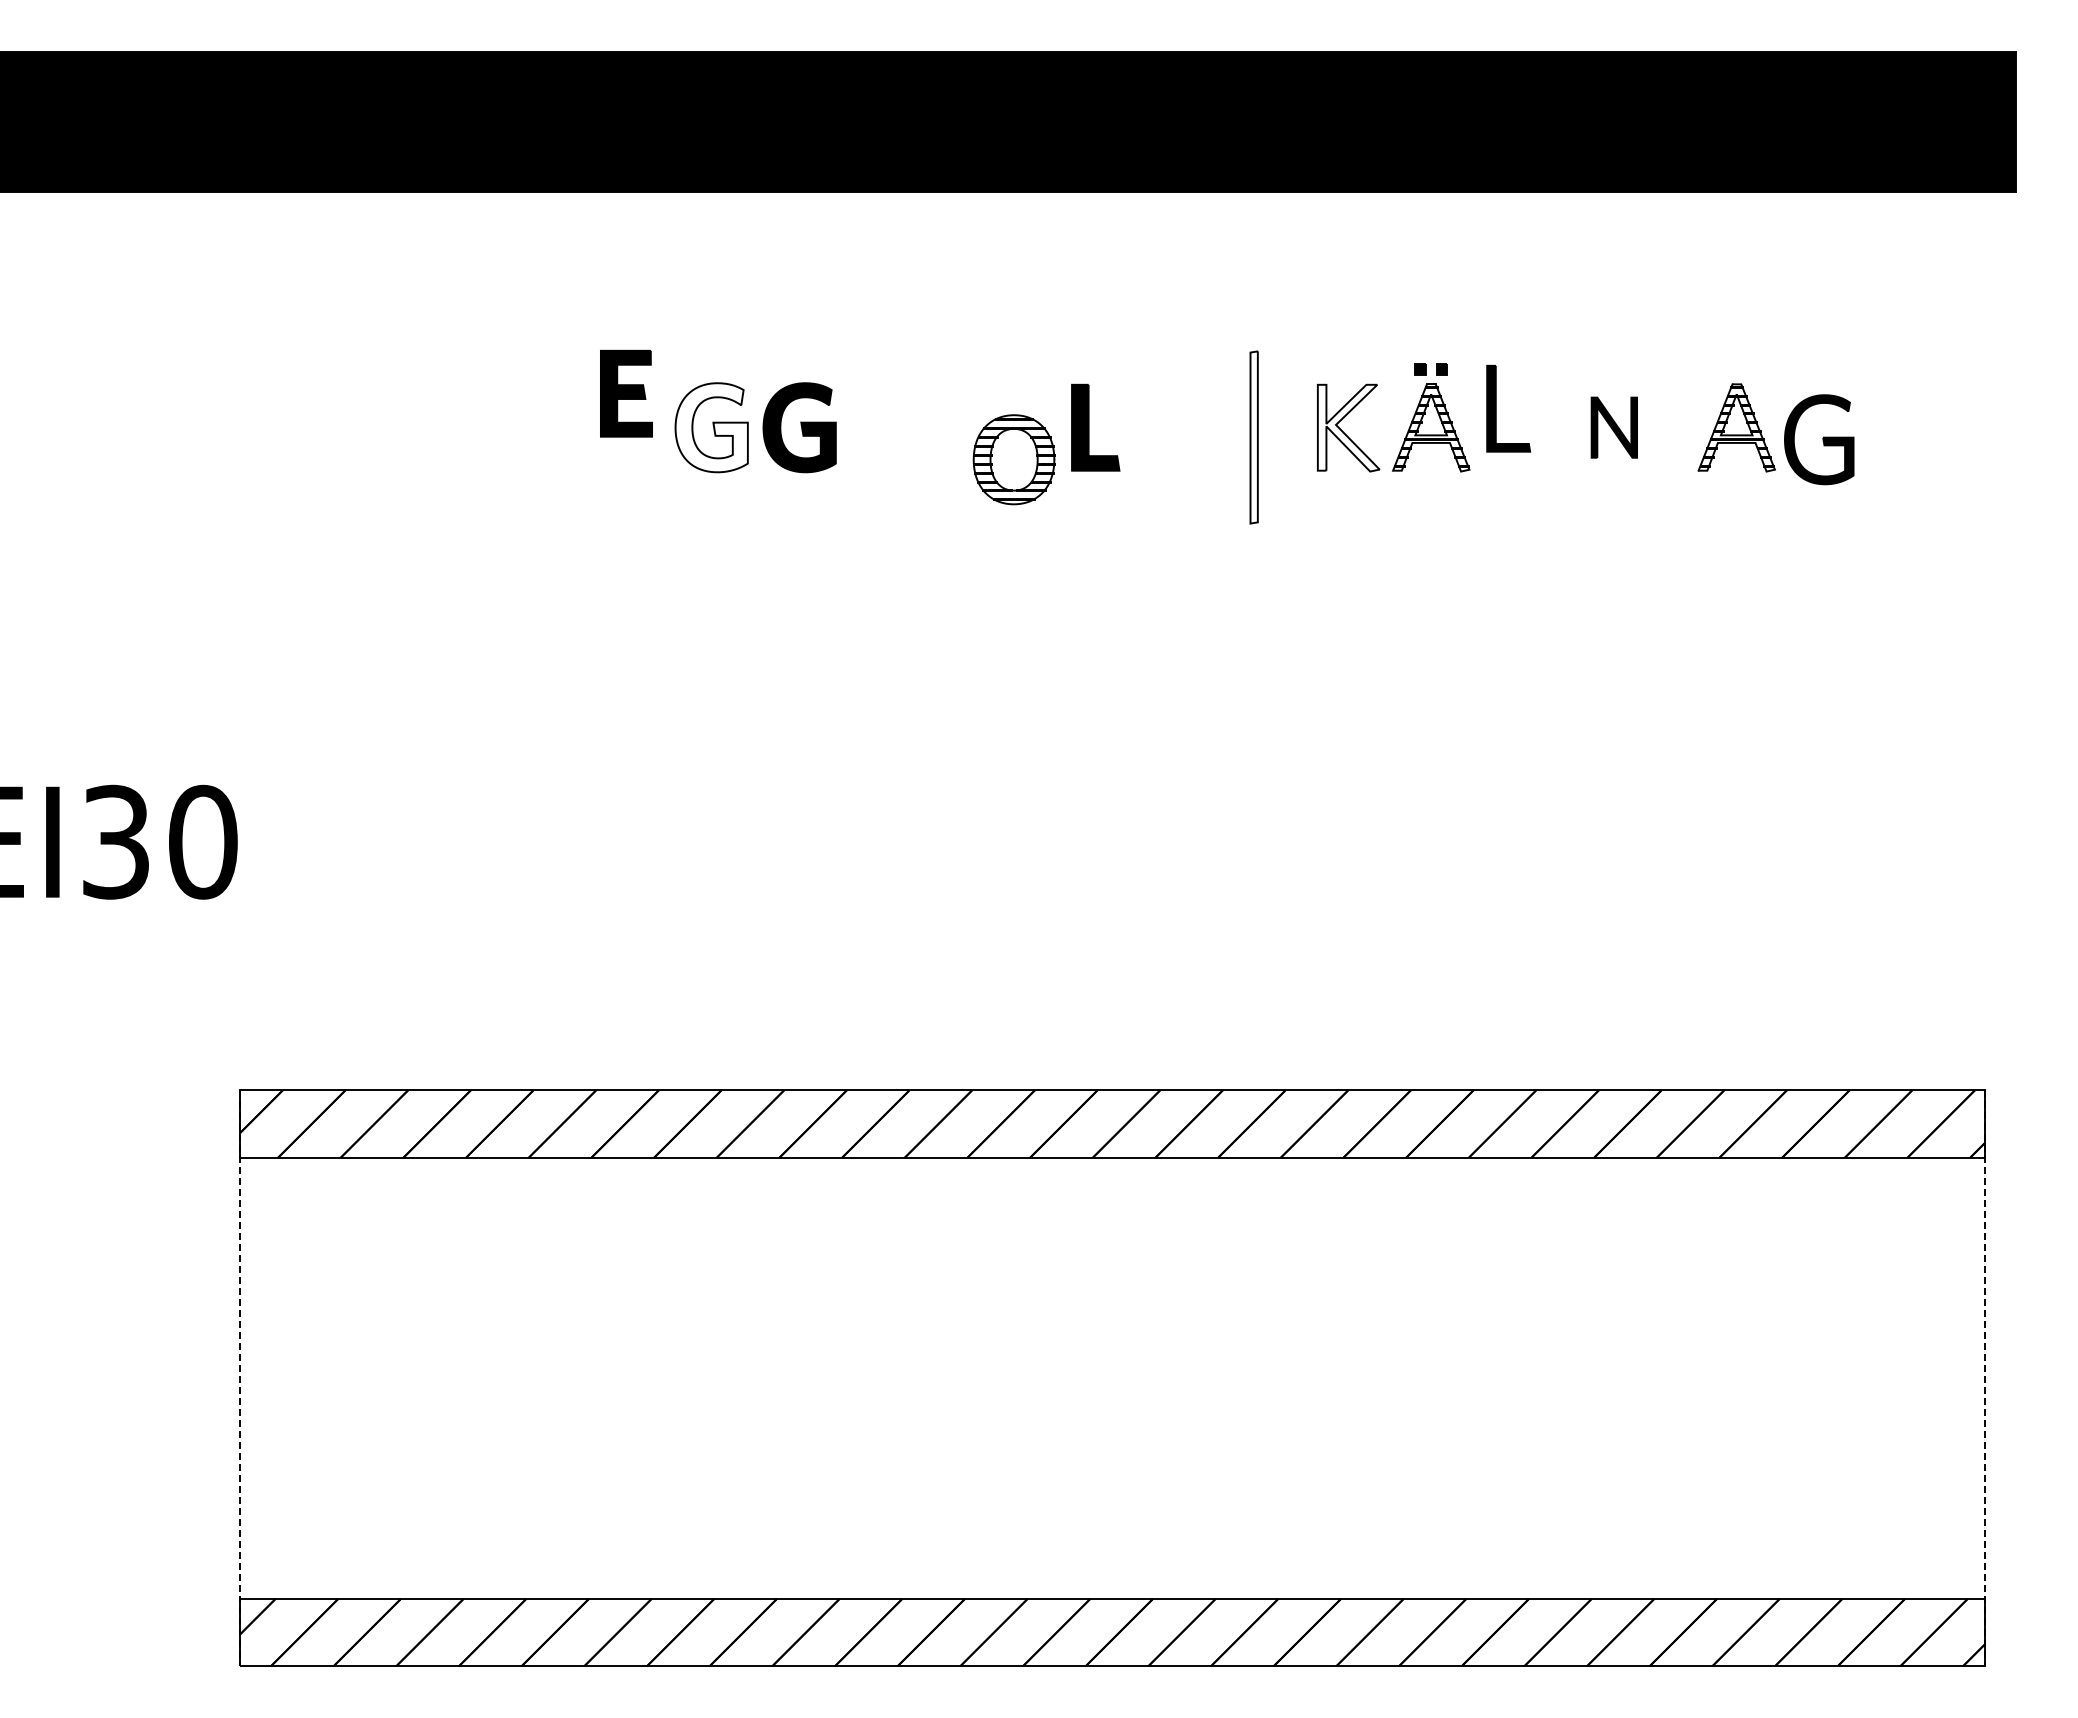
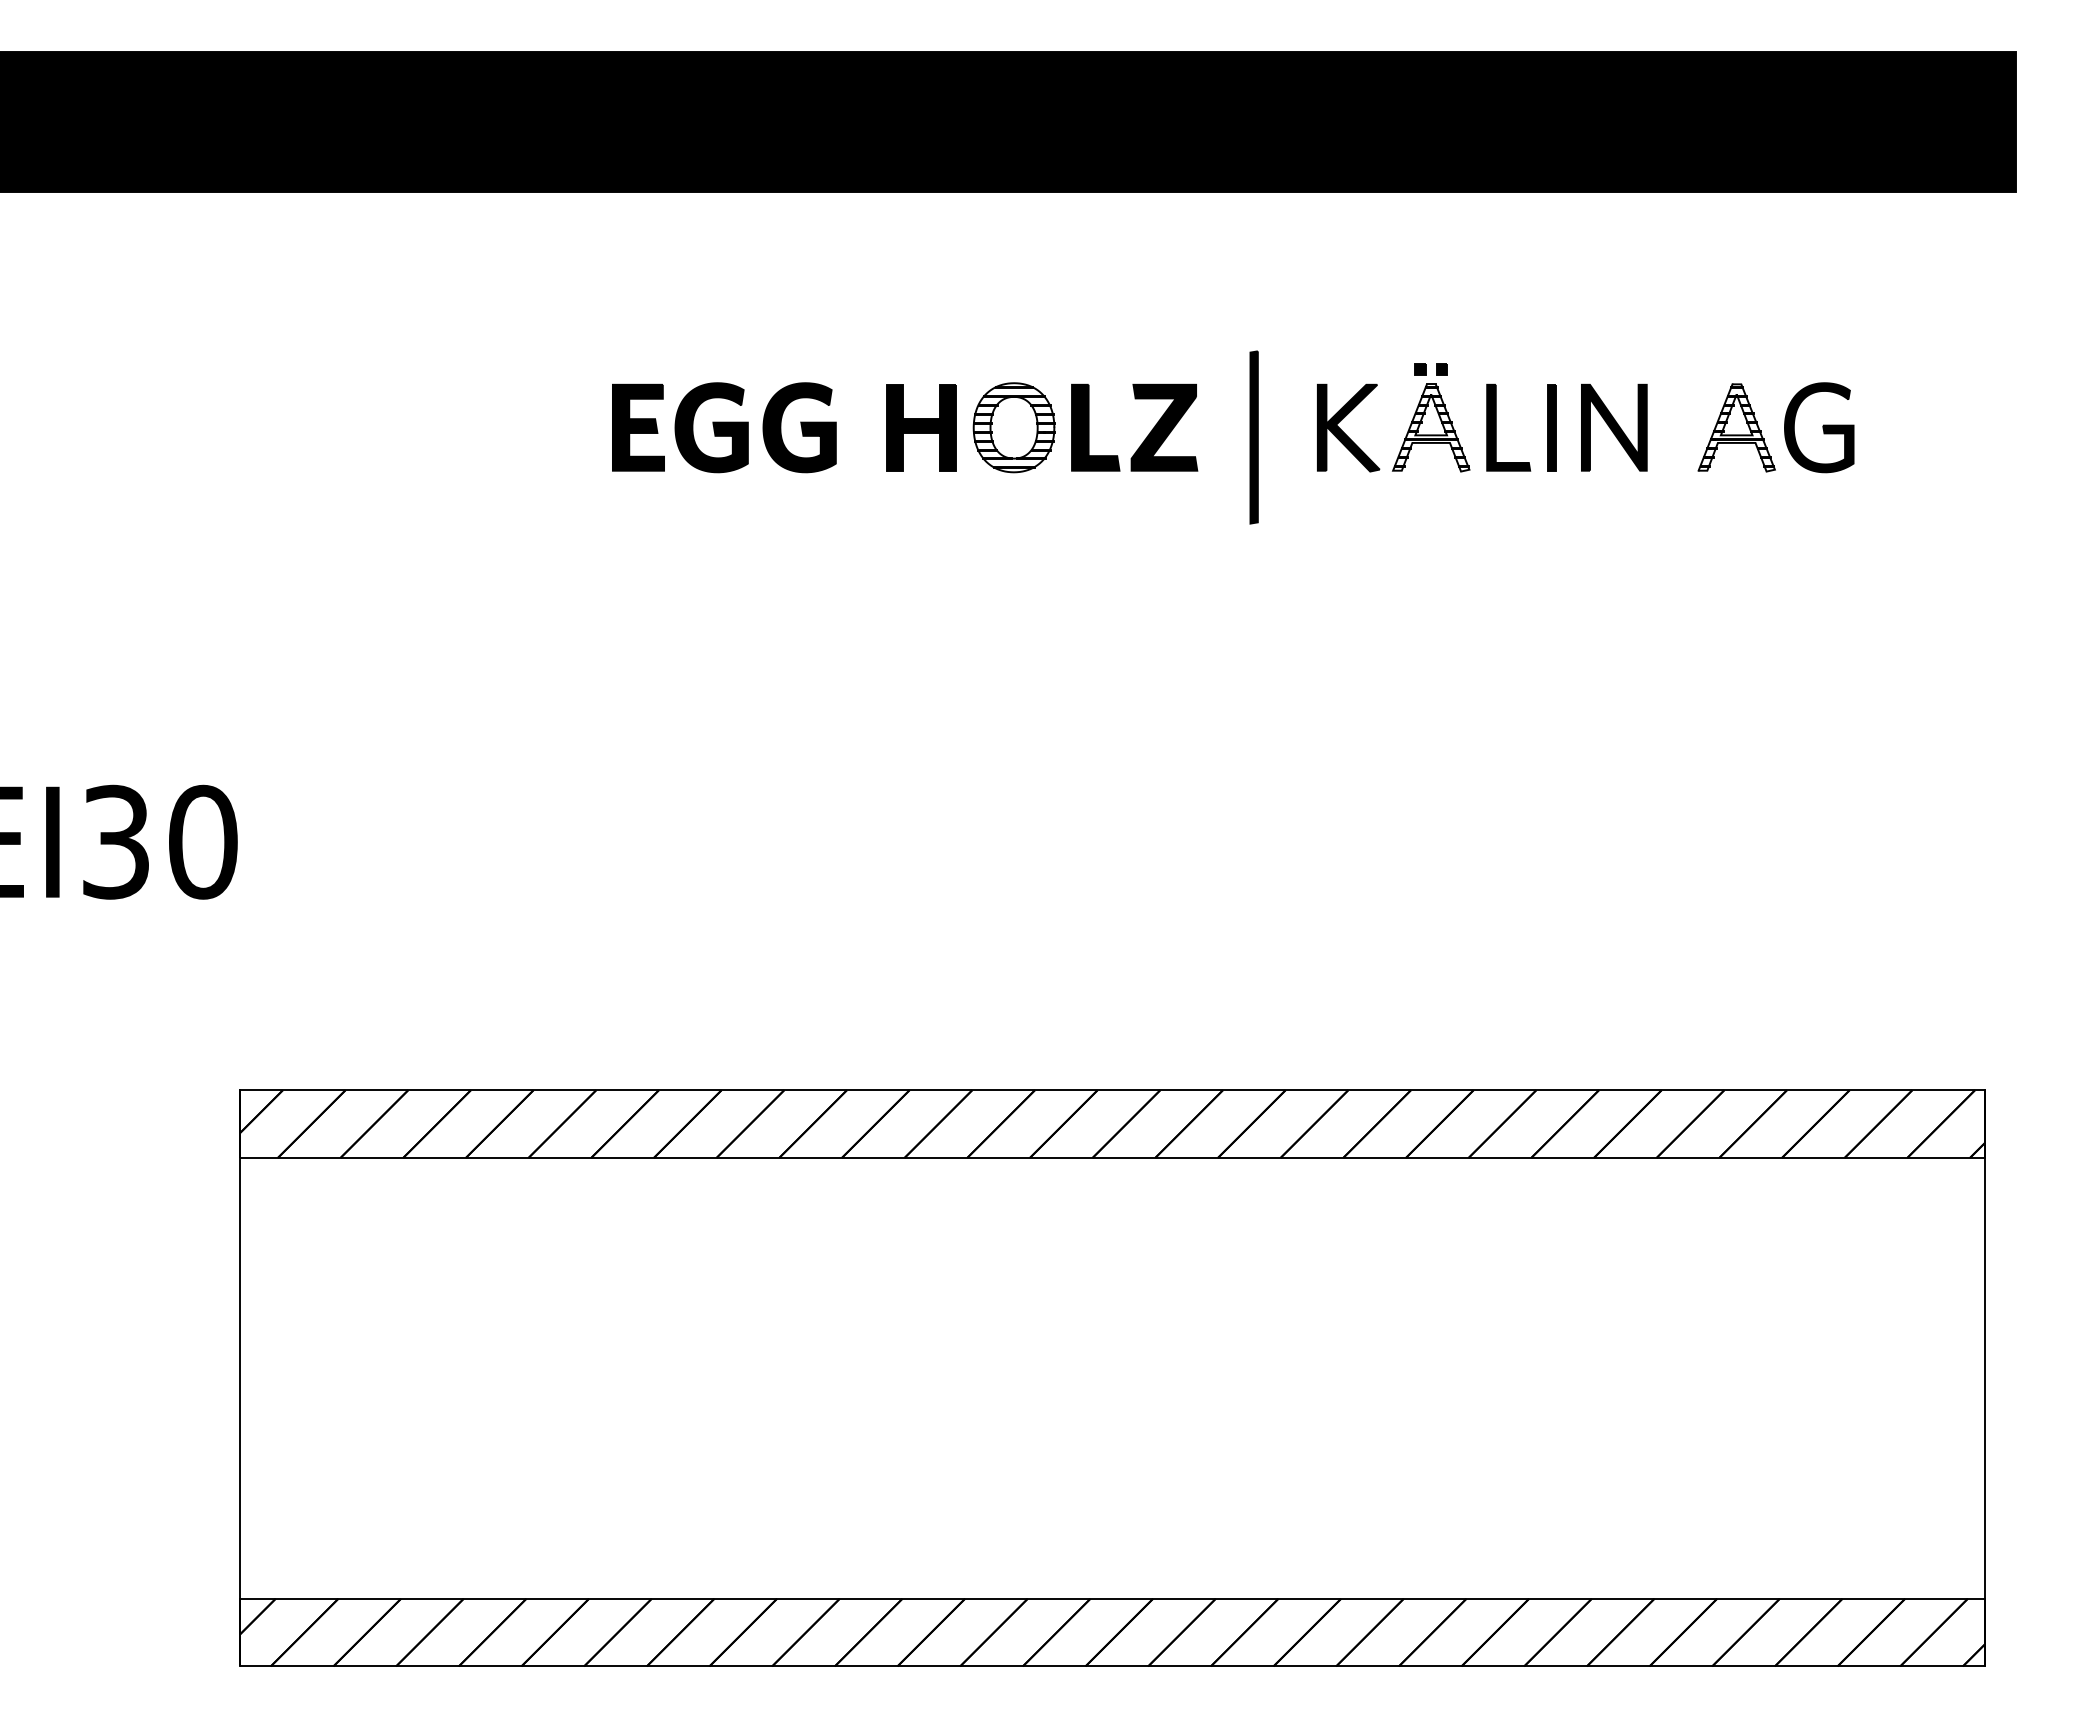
part at (626, 393) position: (626, 393) -> (638, 427)
part at (1496, 408) position: (1496, 408) -> (1496, 427)
fill at (711, 427): none -> present
part at (921, 427): none -> present
part at (1164, 427): none -> present
fill at (1348, 427): none -> present
part at (1551, 427): none -> present
part at (1613, 427) size: 48x63 px -> 67x89 px
fill at (1253, 437): none -> present
part at (1819, 439) position: (1819, 439) -> (1819, 427)
part at (1013, 459) position: (1013, 459) -> (1013, 427)
line at (240, 1378): dashed -> solid
line at (1985, 1378): dashed -> solid
